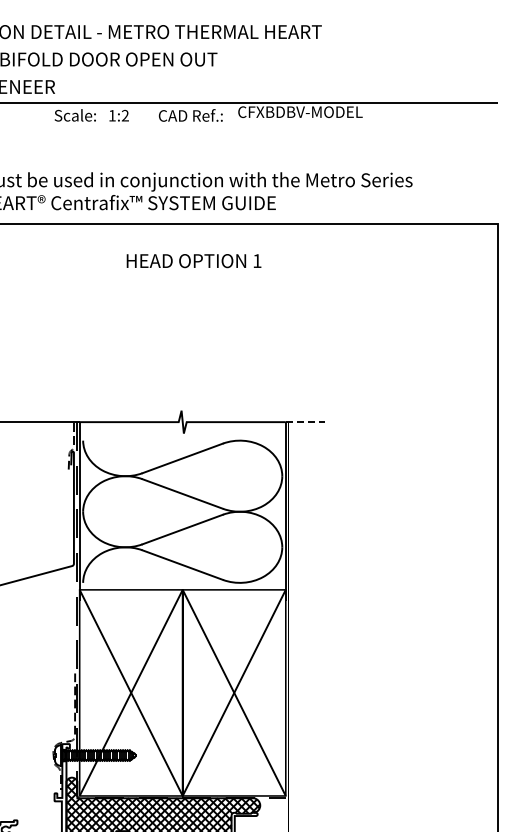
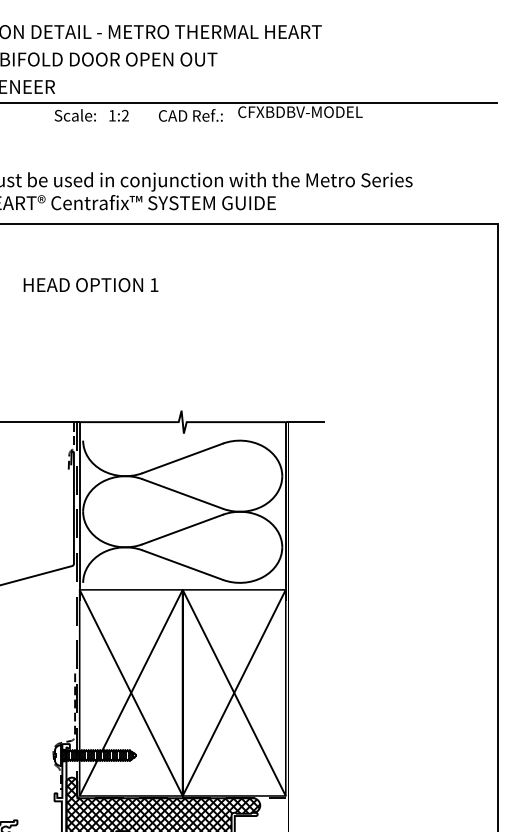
text at (193, 261) position: (193, 261) -> (90, 285)
line at (305, 422): dashed -> solid
